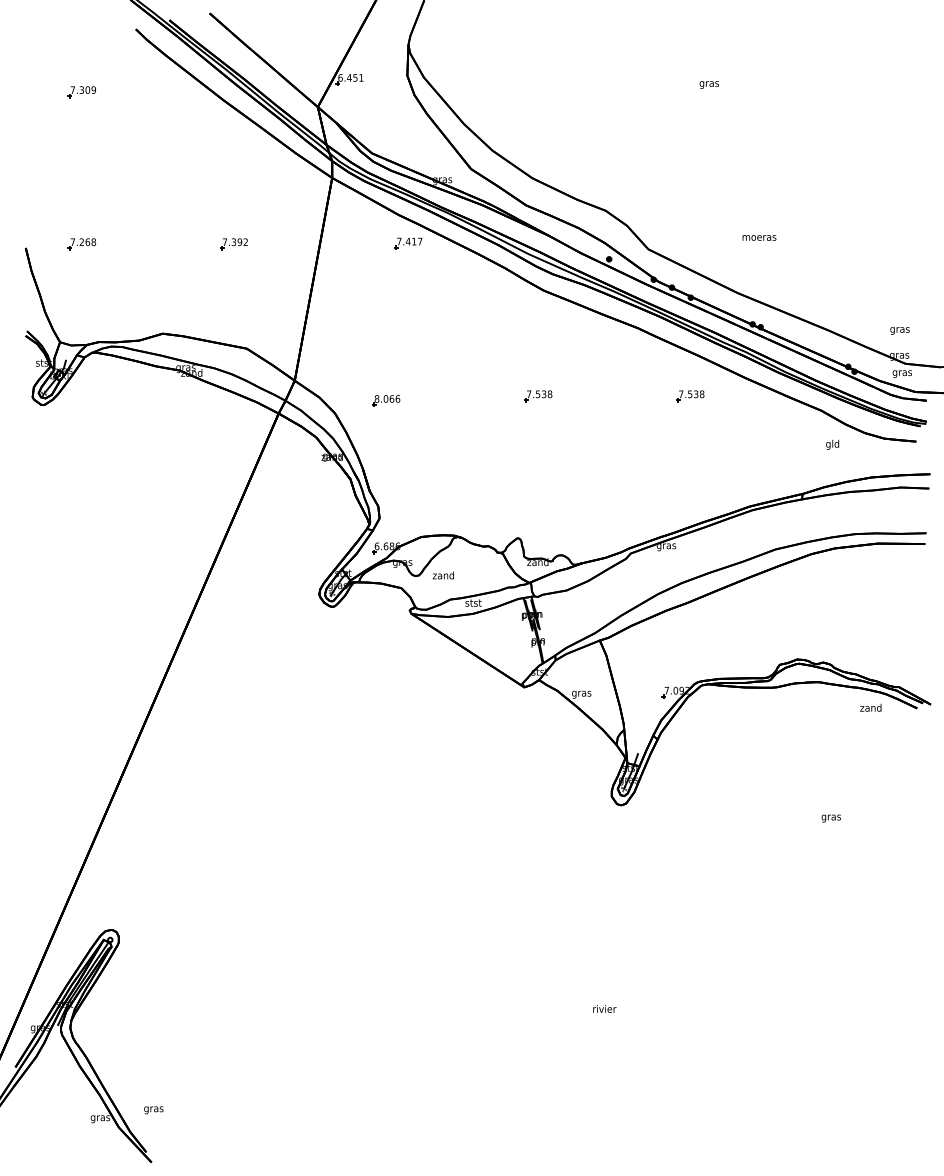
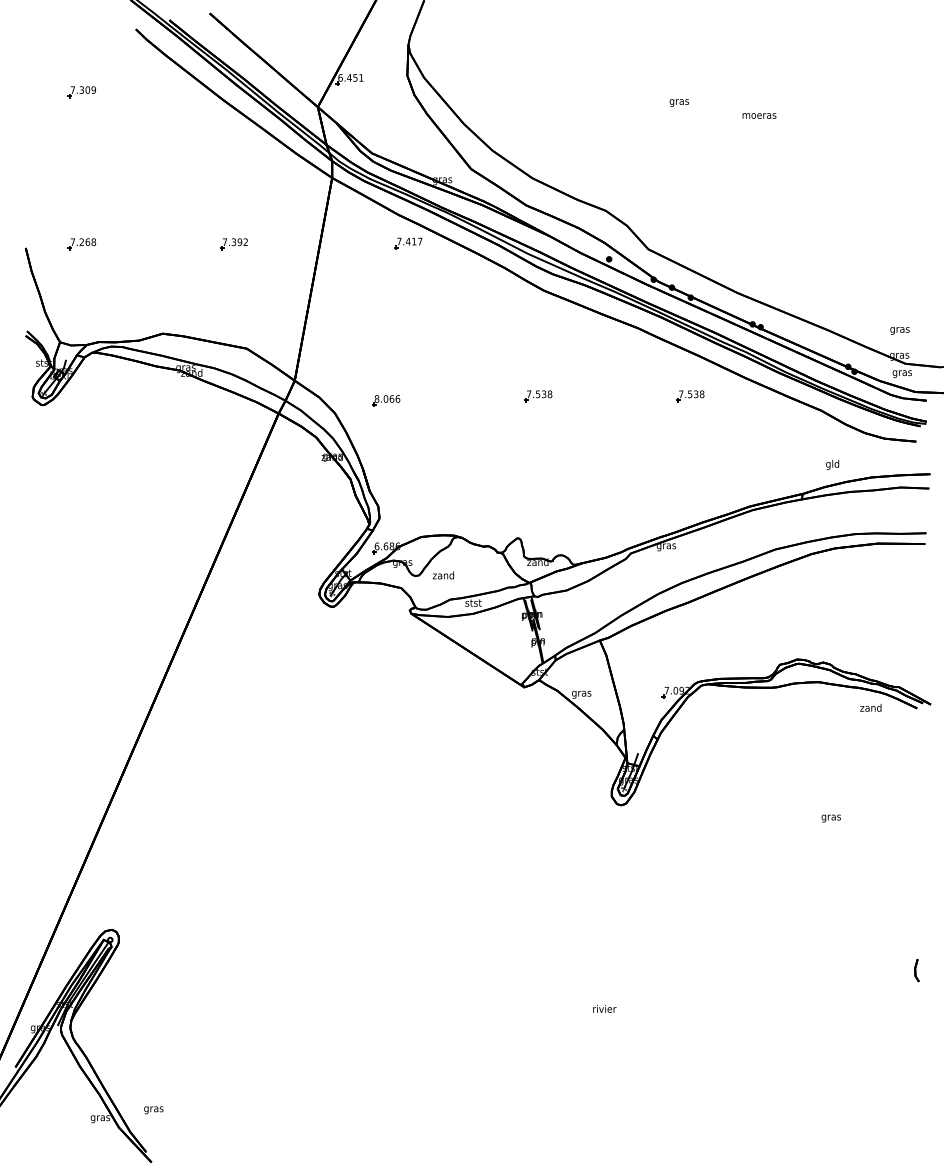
text at (708, 84) position: (708, 84) -> (678, 102)
text at (759, 237) position: (759, 237) -> (759, 115)
text at (832, 444) position: (832, 444) -> (832, 464)
part at (916, 970): none -> present
